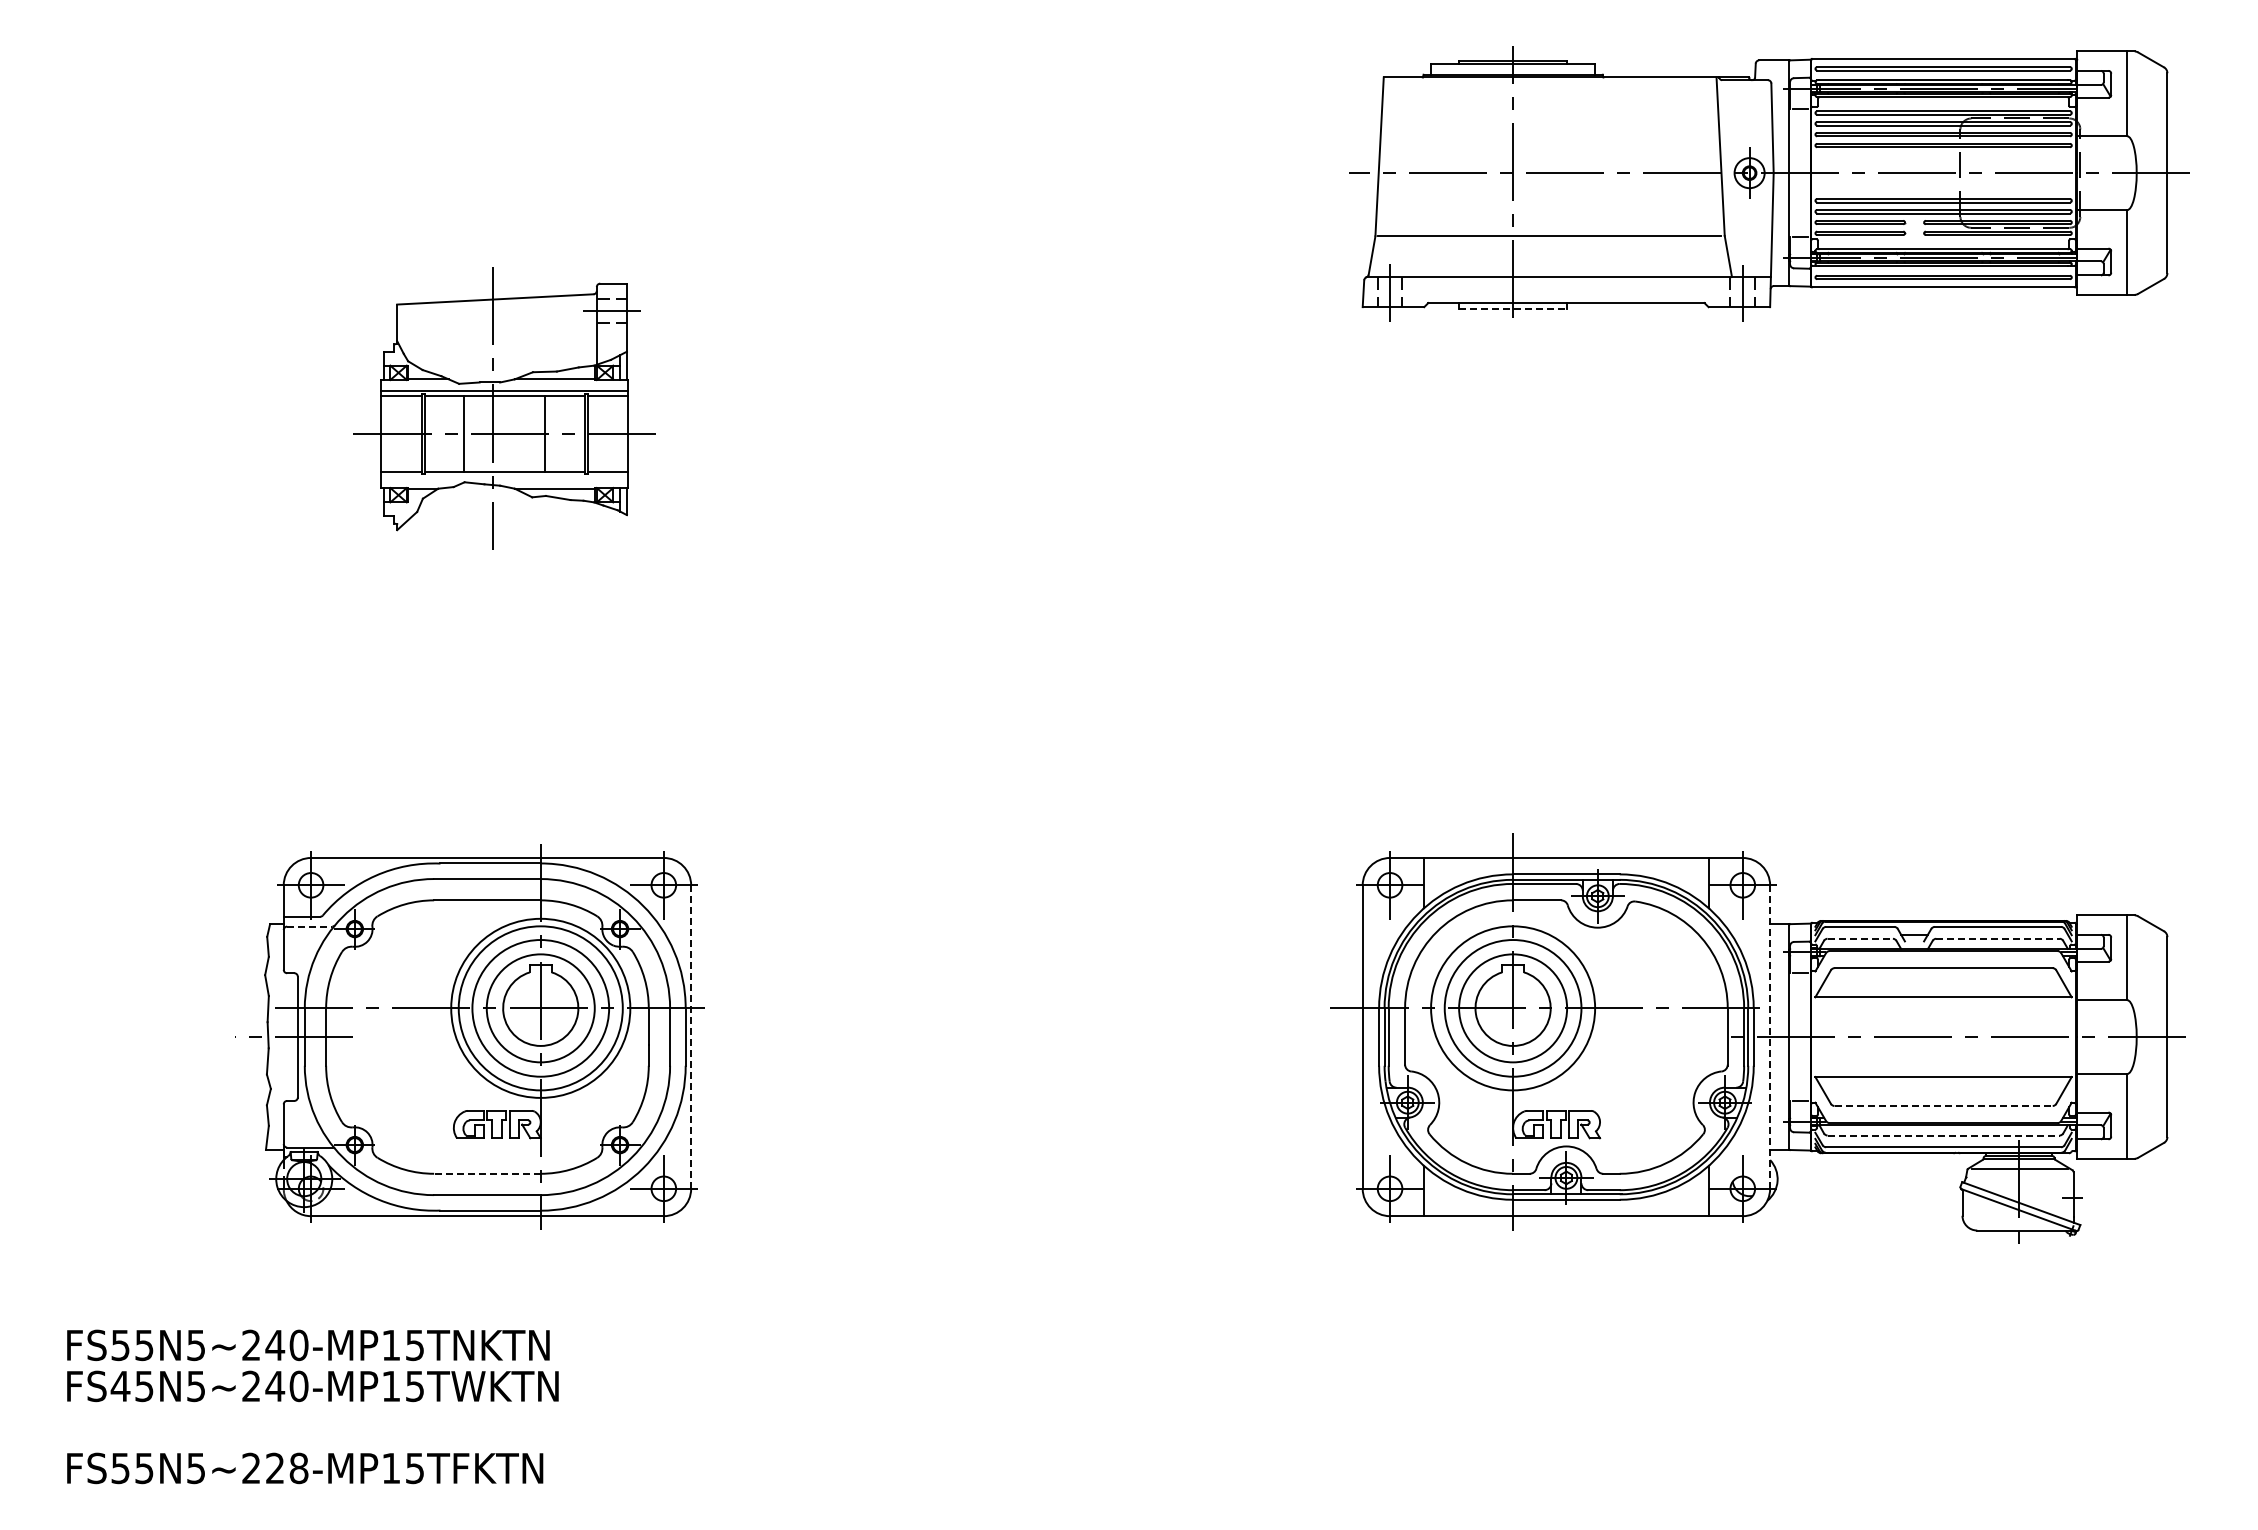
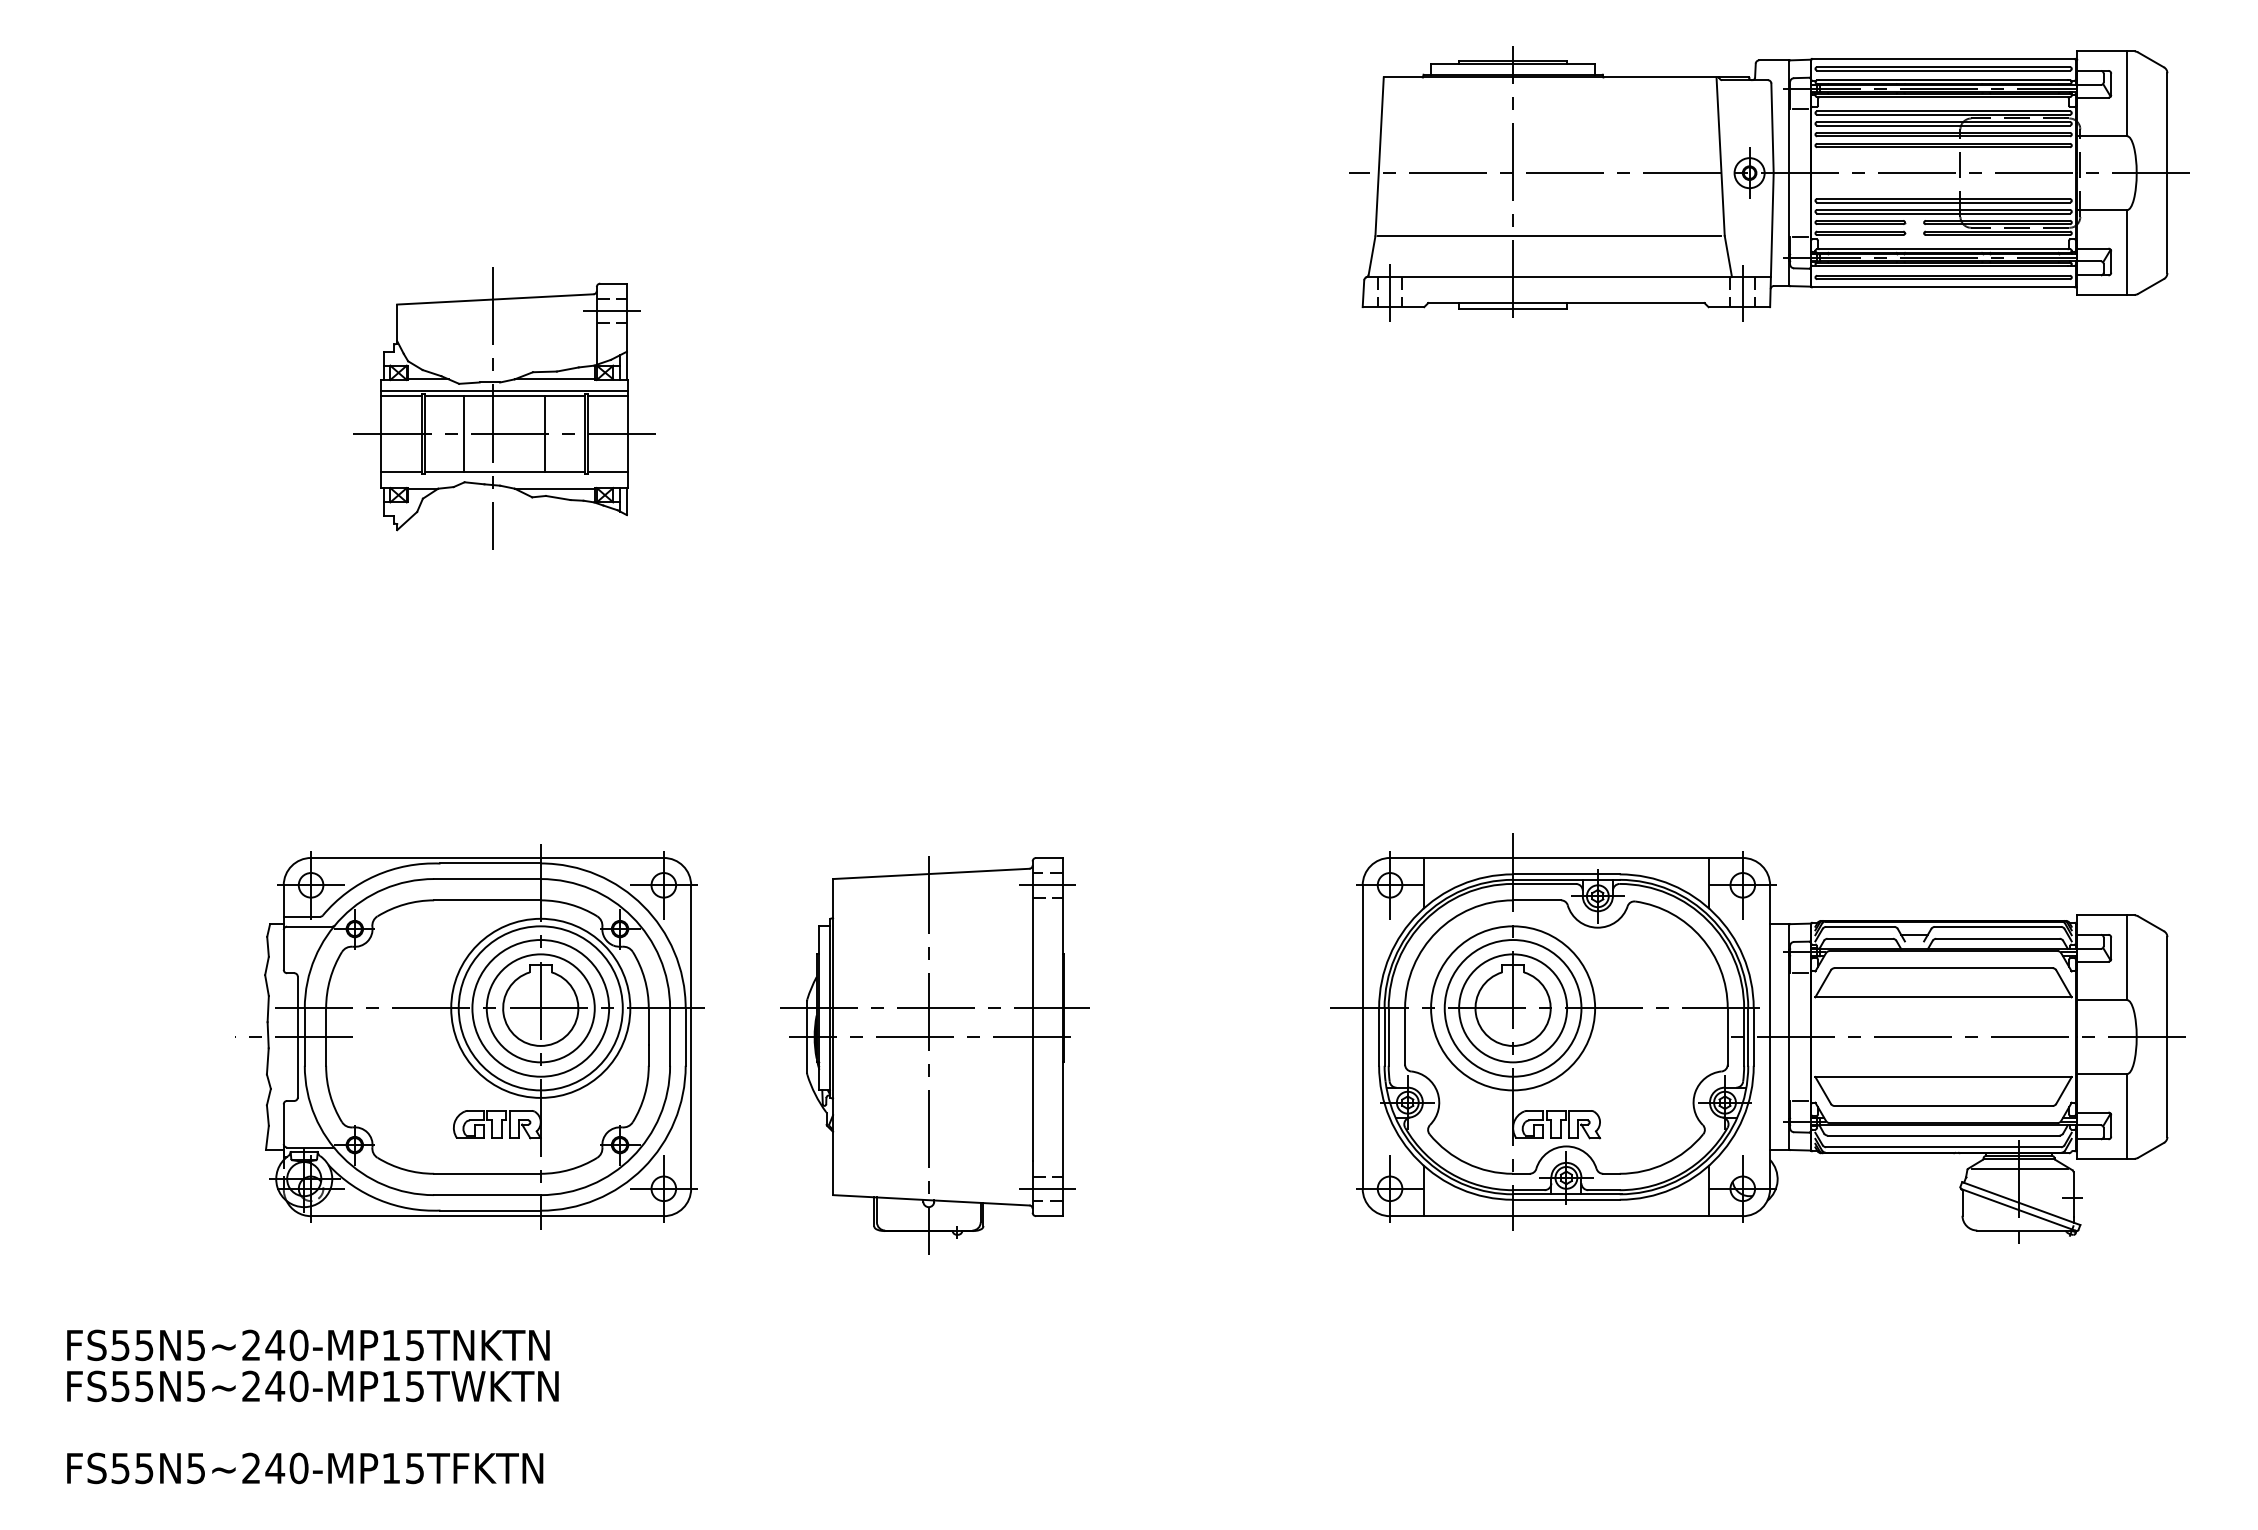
line at (1513, 308): dashed -> solid
line at (309, 926): dashed -> solid
line at (1860, 938): dashed -> solid
line at (1997, 938): dashed -> solid
line at (691, 1037): dashed -> solid
line at (1770, 1037): dashed -> solid
part at (934, 1055): none -> present
line at (1944, 1105): dashed -> solid
line at (1944, 1135): dashed -> solid
line at (486, 1173): dashed -> solid
text at (120, 1386): FS45N5~240-MP15TWKTN -> FS55N5~240-MP15TWKTN
text at (286, 1467): FS55N5~228-MP15TFKTN -> FS55N5~240-MP15TFKTN
